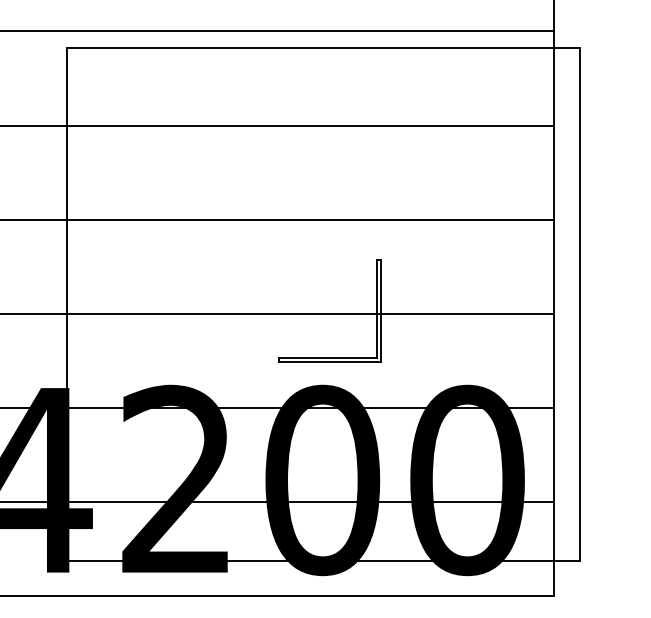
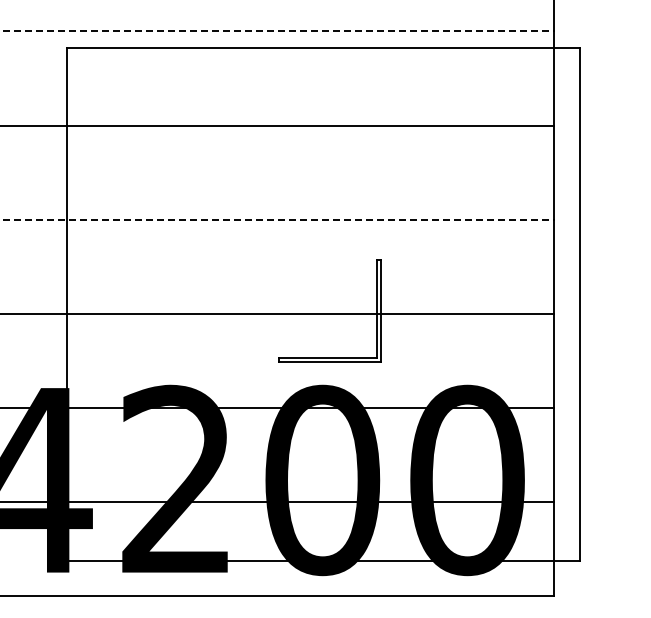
line at (277, 31): solid -> dashed
line at (277, 219): solid -> dashed
